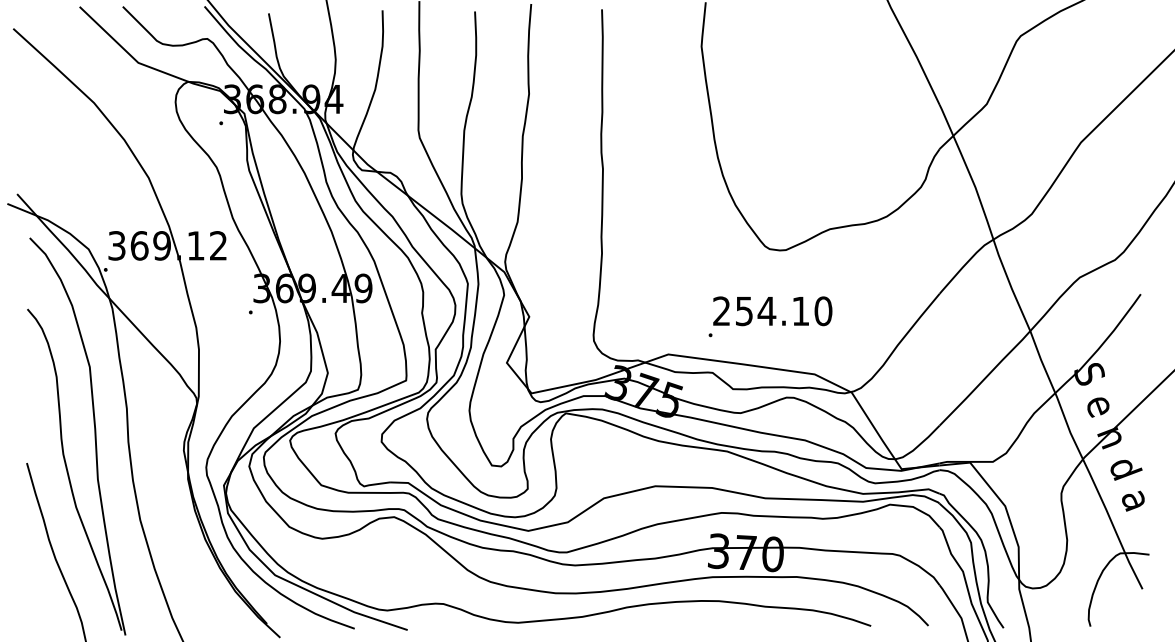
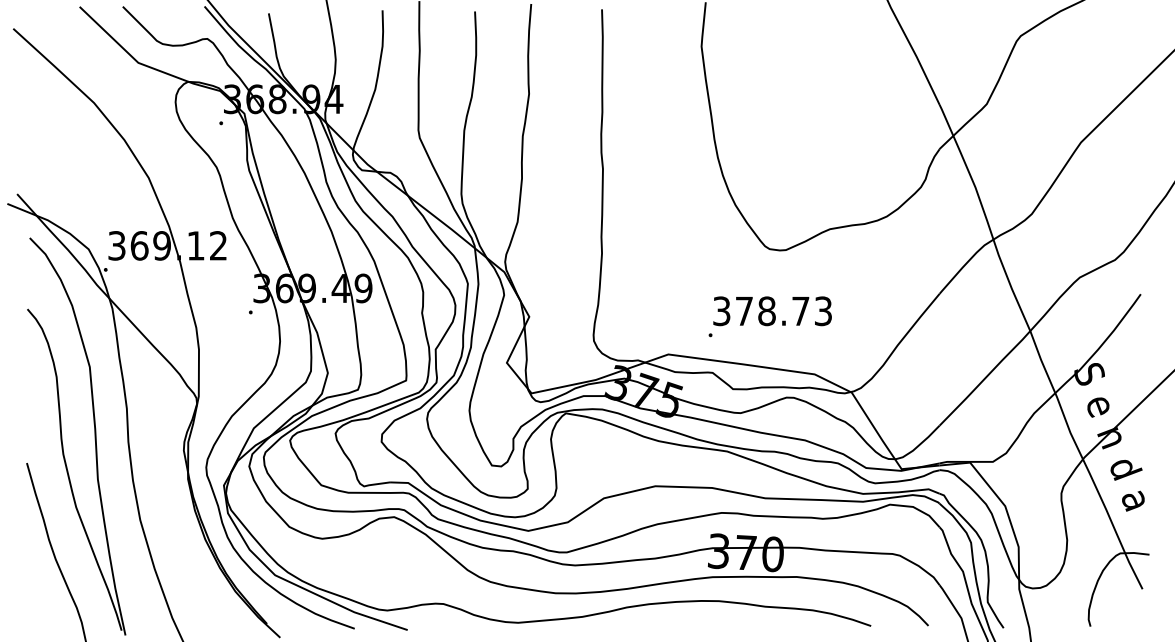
text at (772, 311): 254.10 -> 378.73
